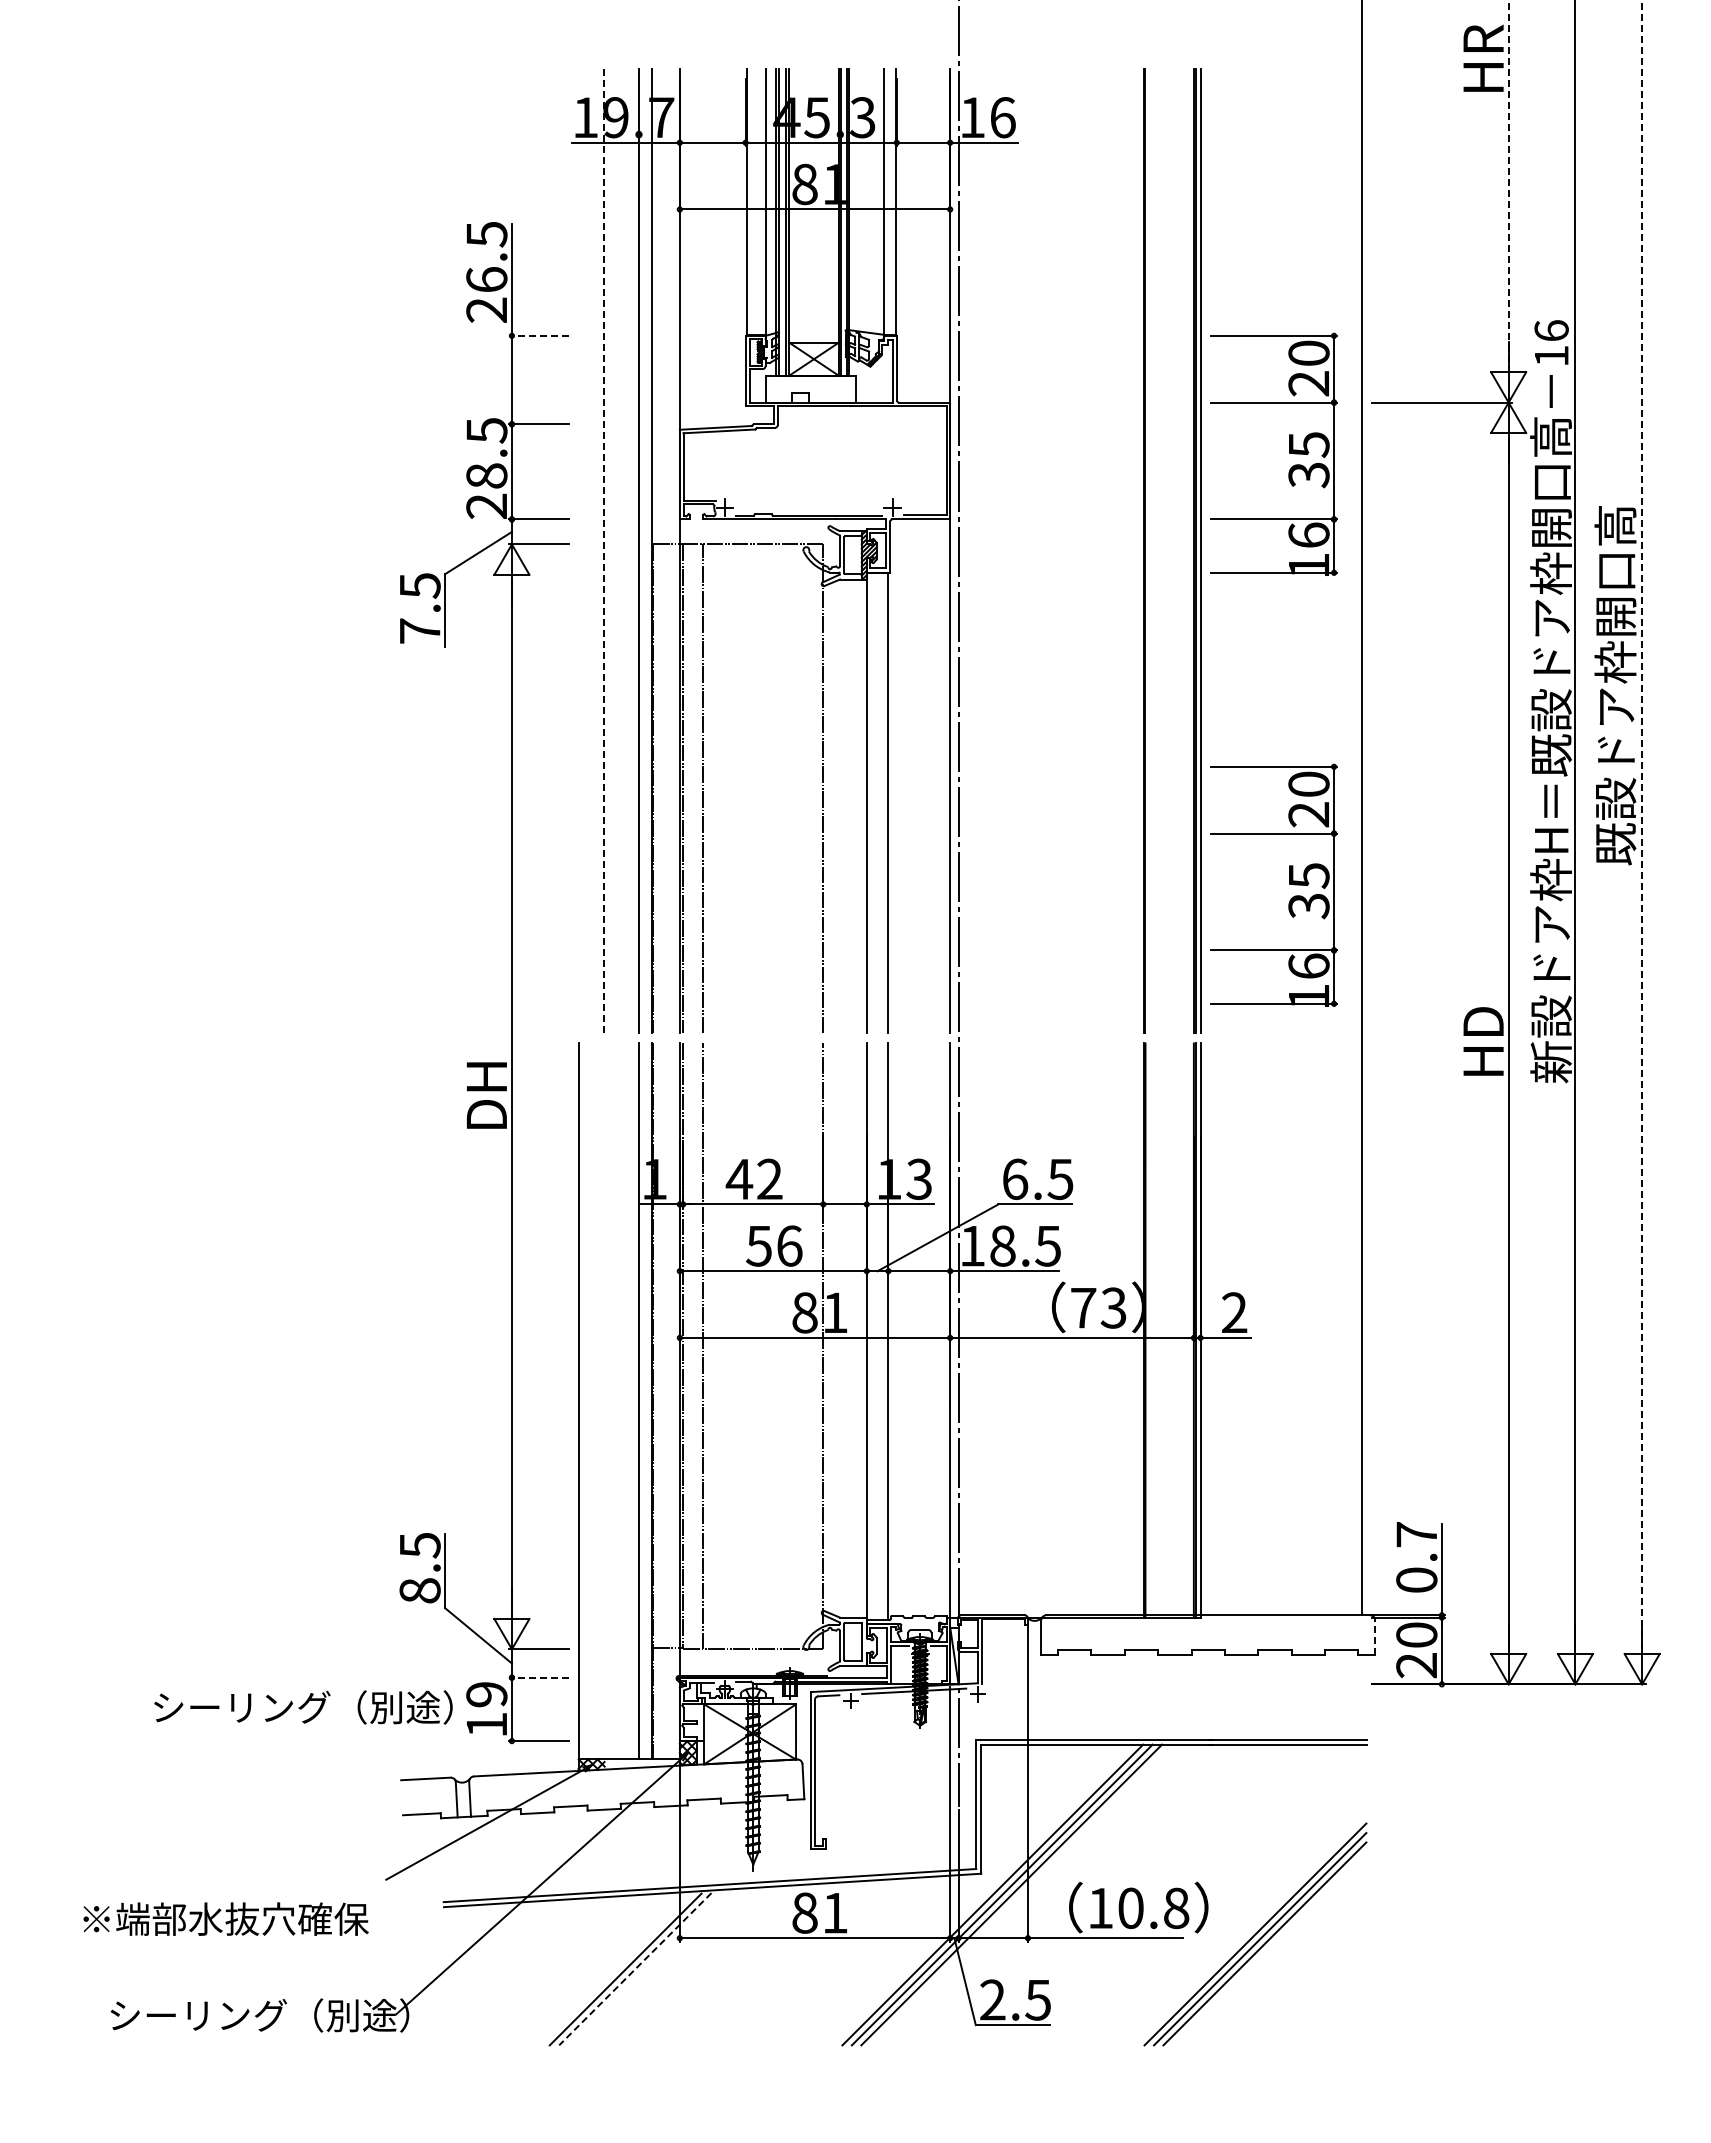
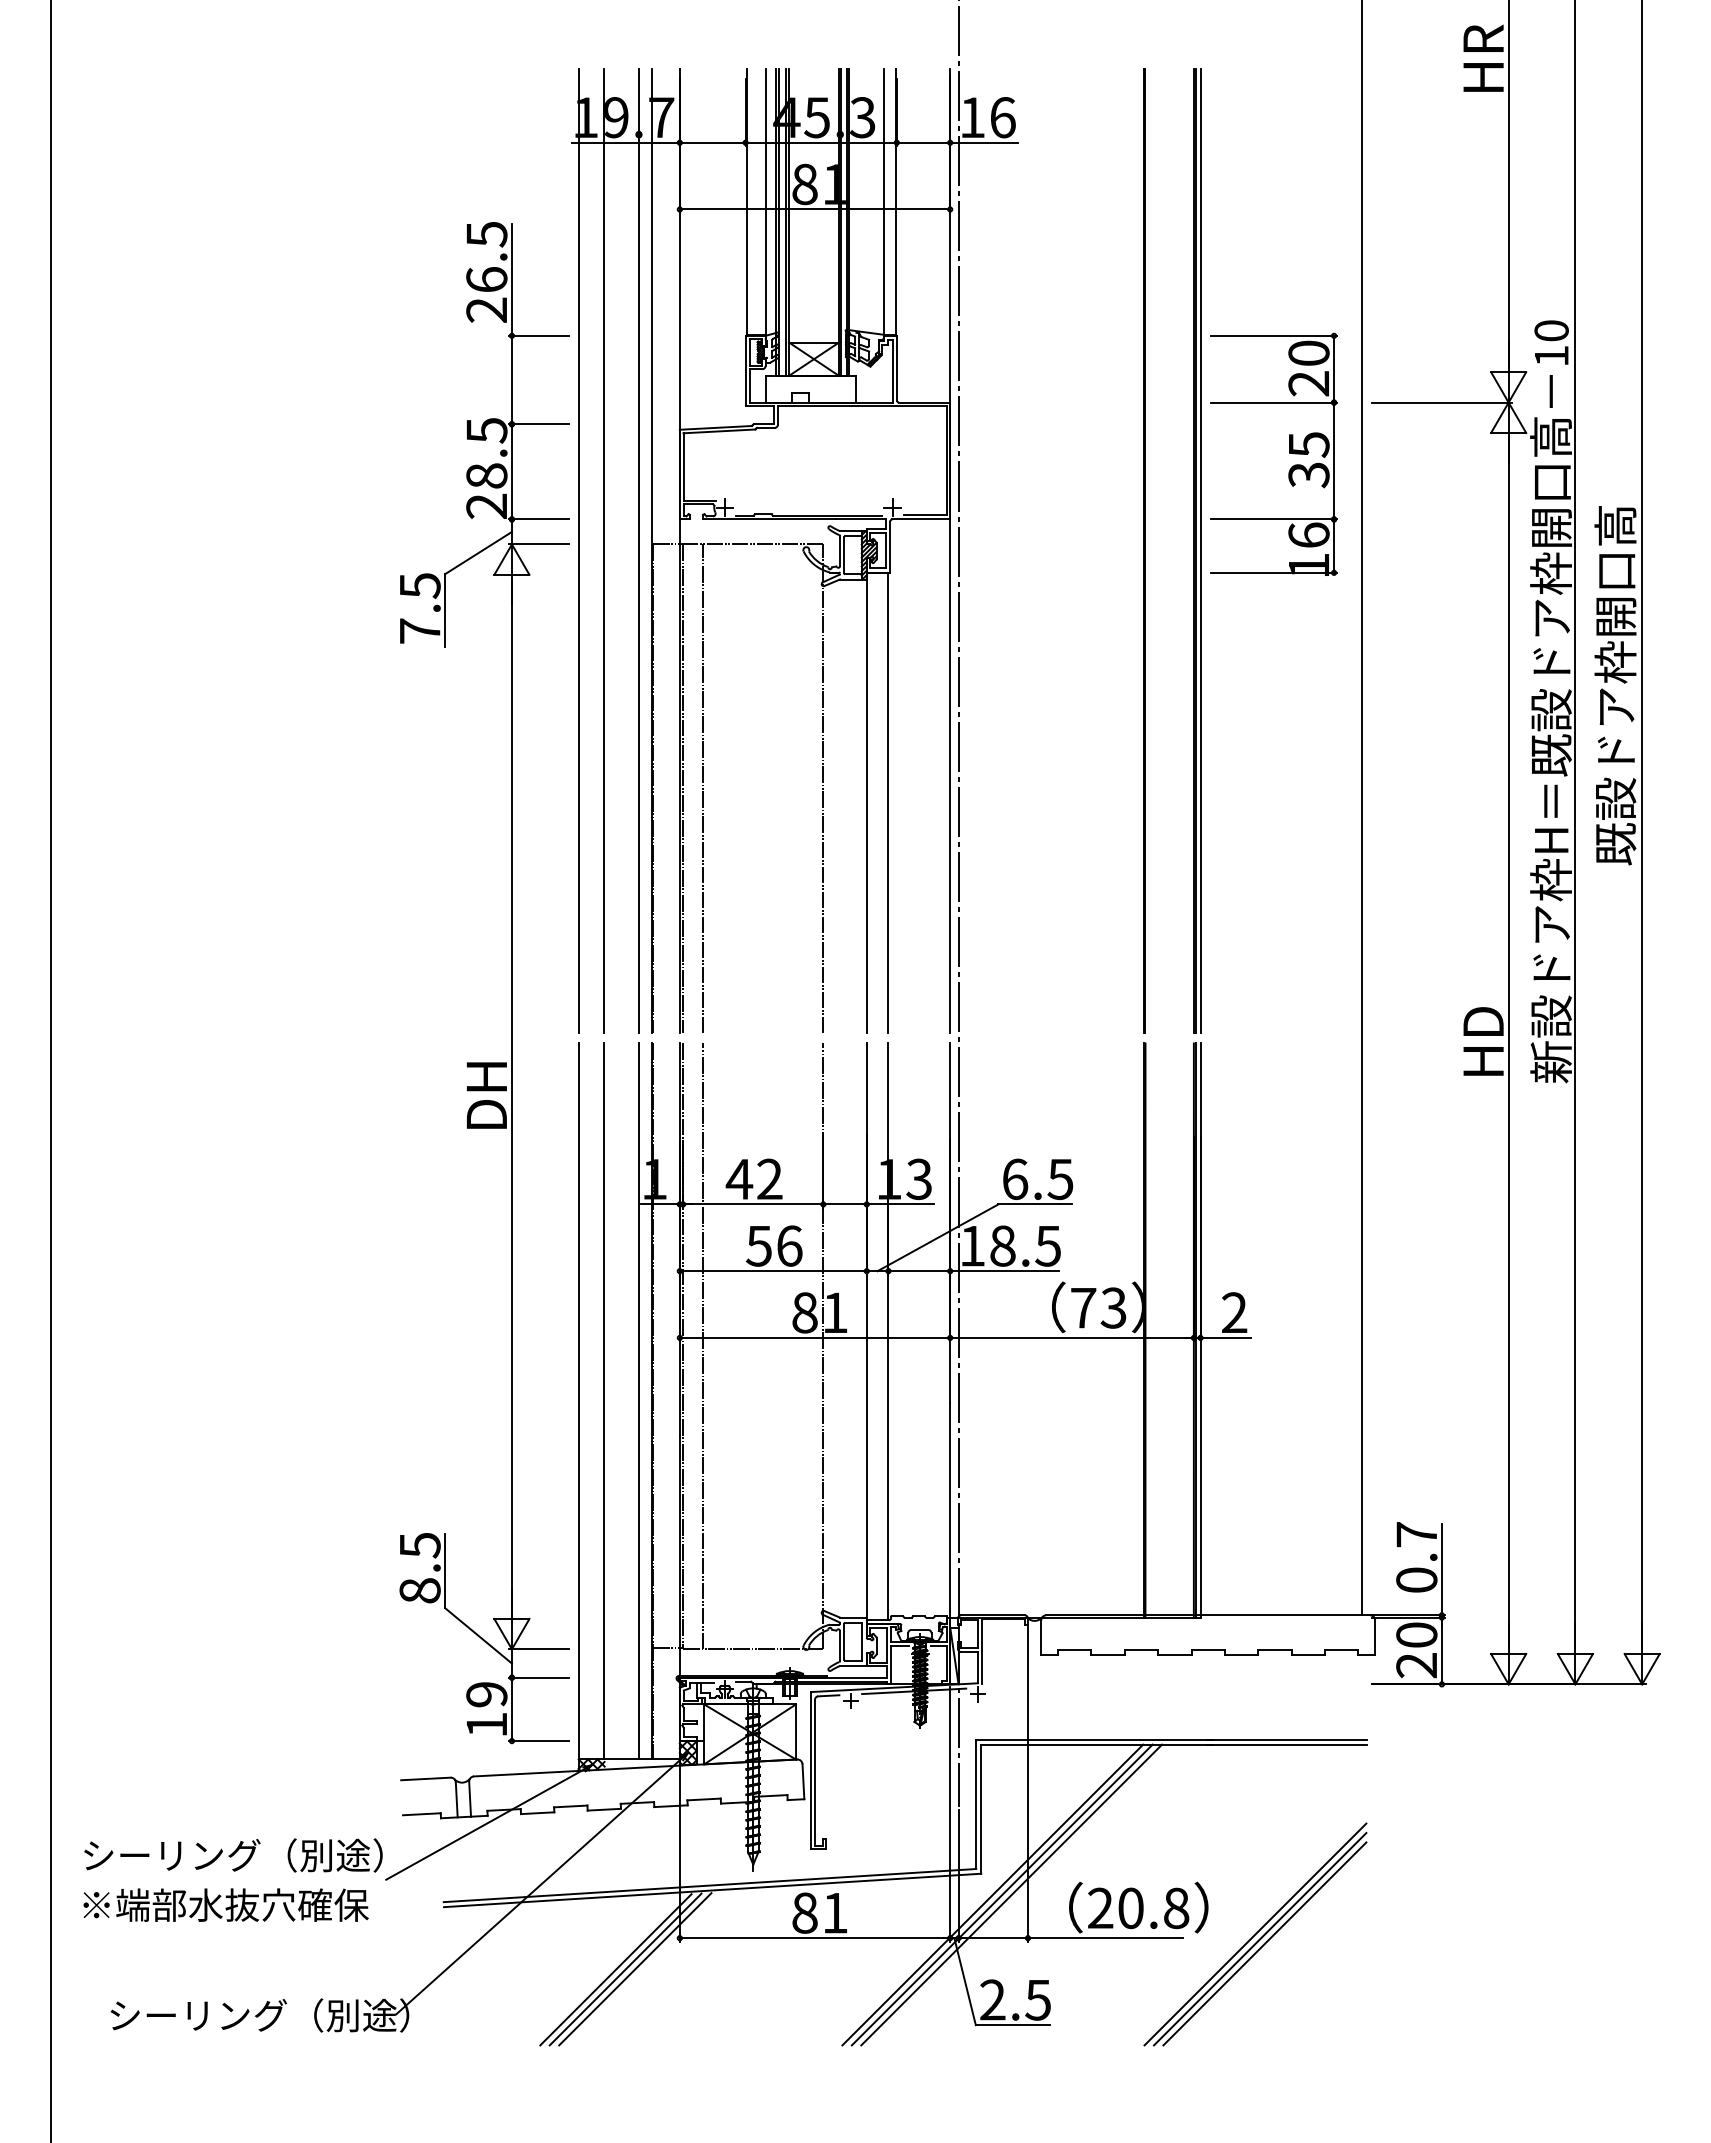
line at (1508, 184): dashed -> solid
text at (1551, 330): 16 -> 10
line at (538, 335): dashed -> solid
line at (578, 551): none -> present
line at (603, 551): dashed -> solid
line at (1642, 825): dashed -> solid
part at (1289, 884): present -> none
line at (51, 1070): none -> present
line at (603, 1401): none -> present
line at (1375, 1637): dashed -> solid
line at (538, 1677): dashed -> solid
text at (303, 1707) position: (303, 1707) -> (233, 1855)
text at (1100, 1907): 10.8 -> 20.8
text at (225, 1918) position: (225, 1918) -> (225, 1904)
line at (615, 1969): none -> present
line at (635, 1969): dashed -> solid
